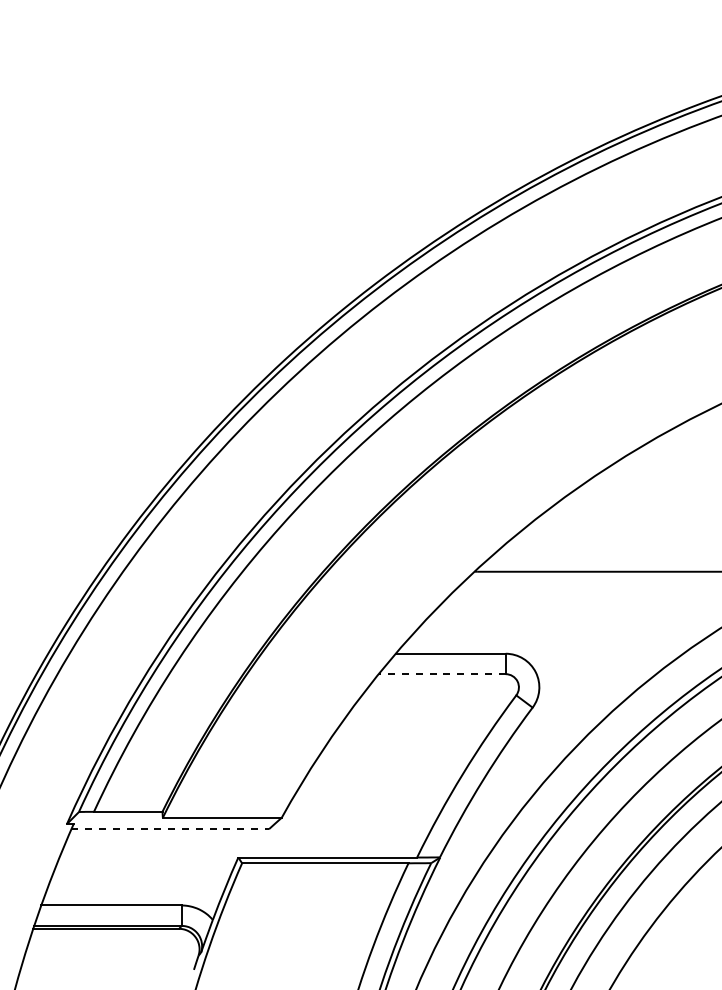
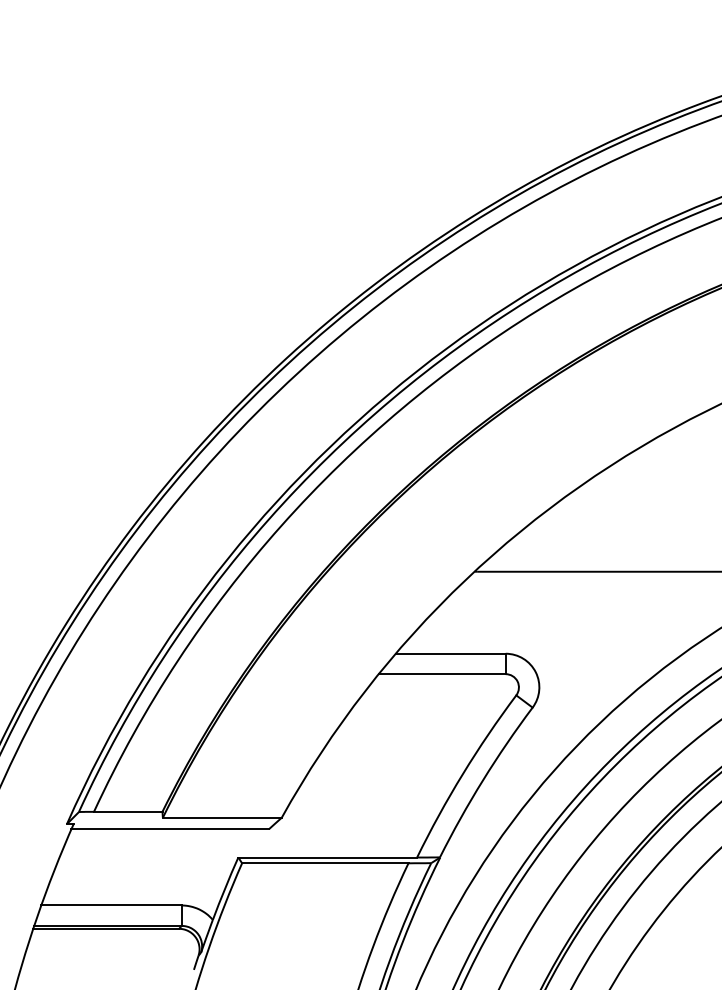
line at (441, 674): dashed -> solid
line at (170, 829): dashed -> solid
